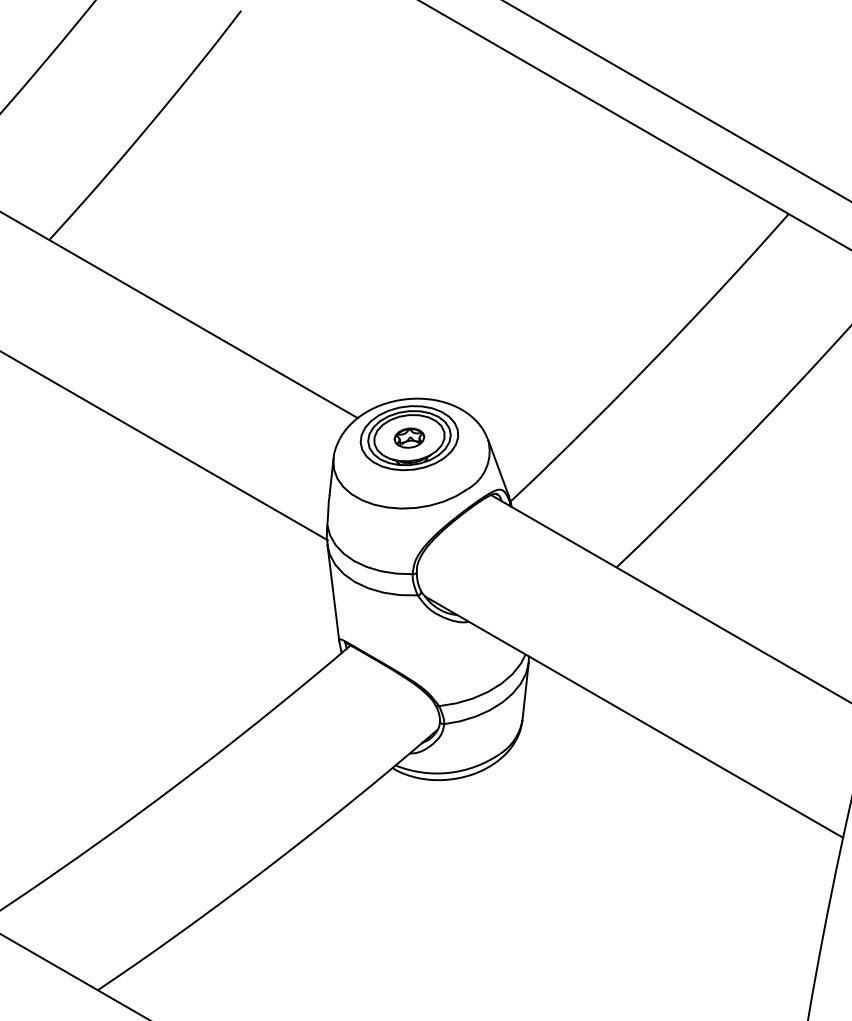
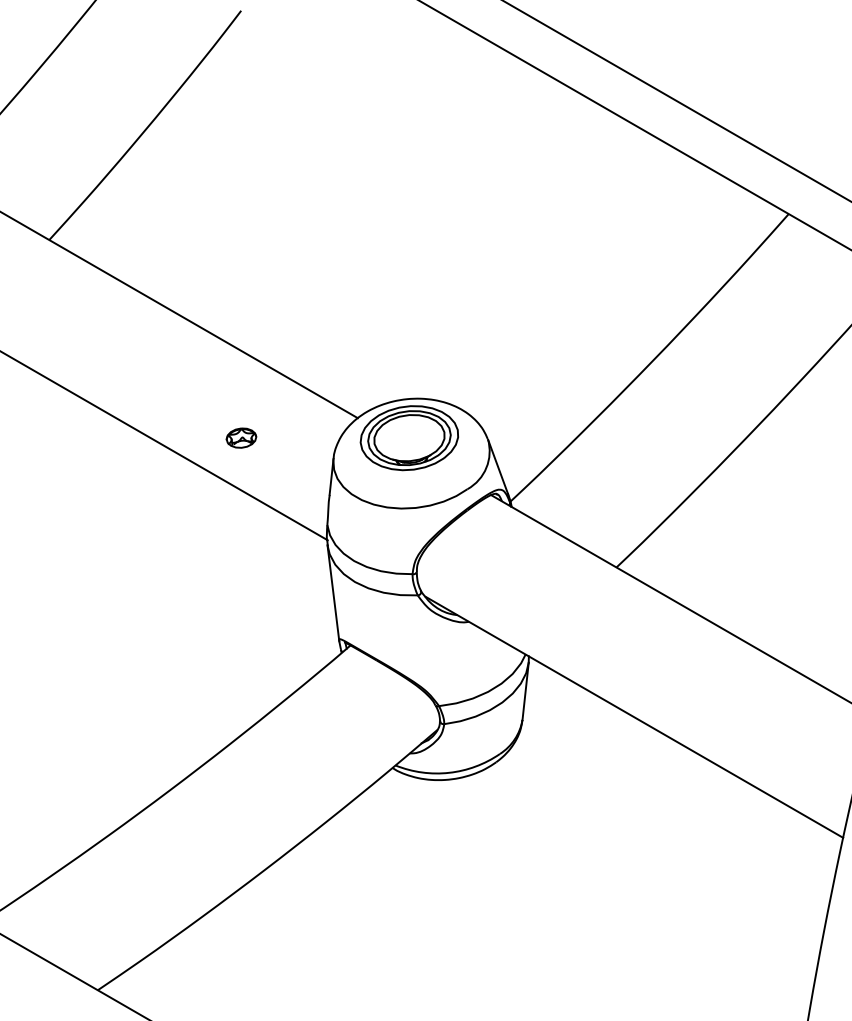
part at (409, 437) position: (409, 437) -> (241, 437)
